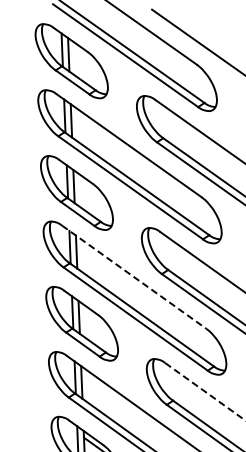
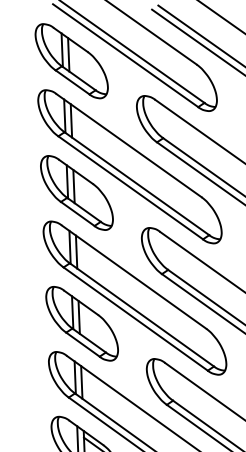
line at (221, 17): none -> present
line at (200, 35): none -> present
line at (134, 277): dashed -> solid
line at (205, 392): dashed -> solid
